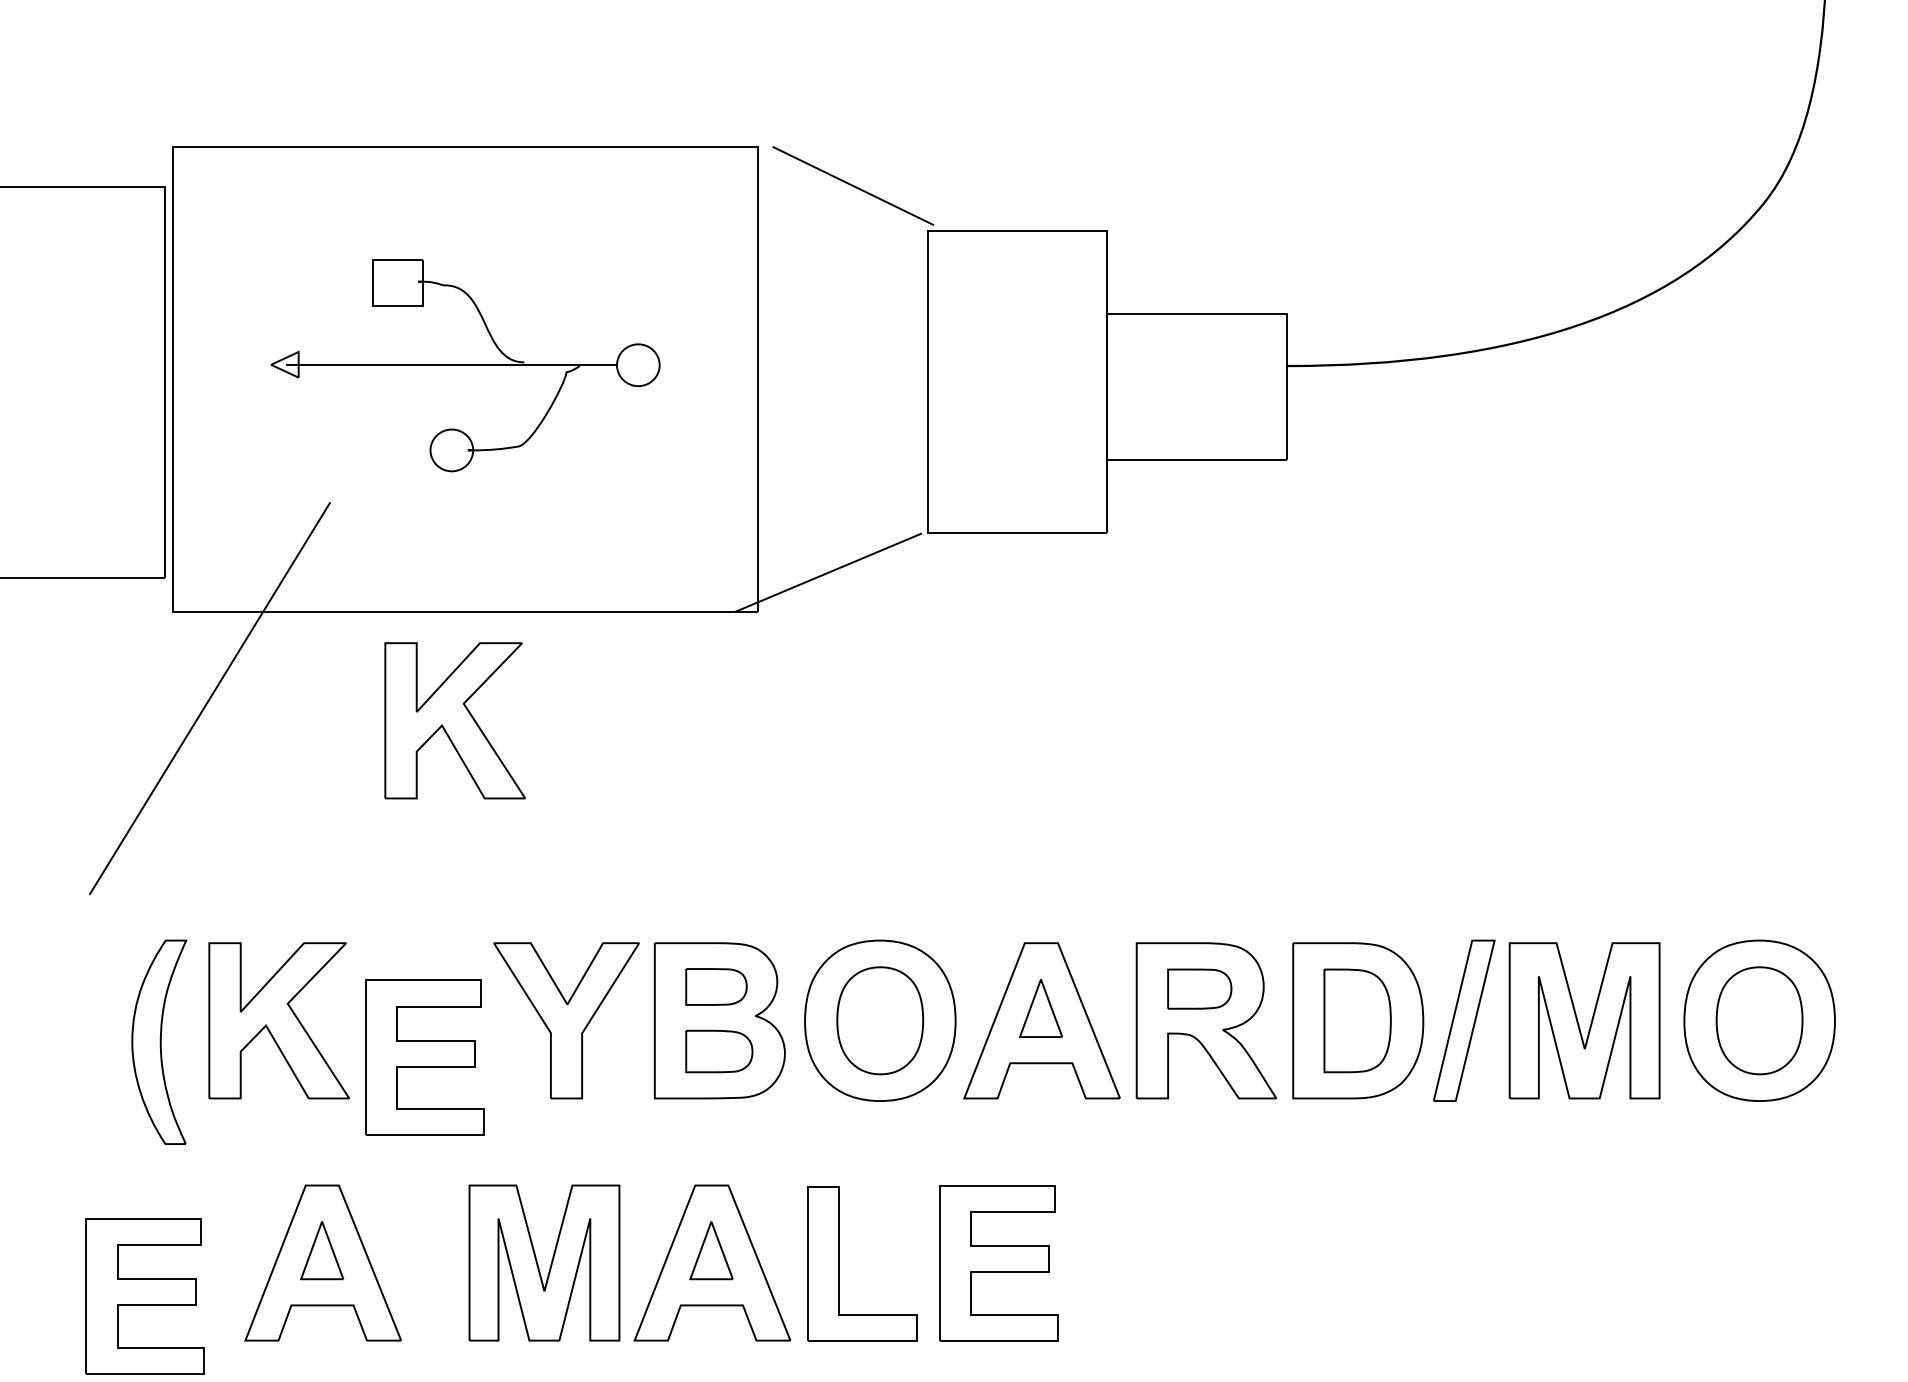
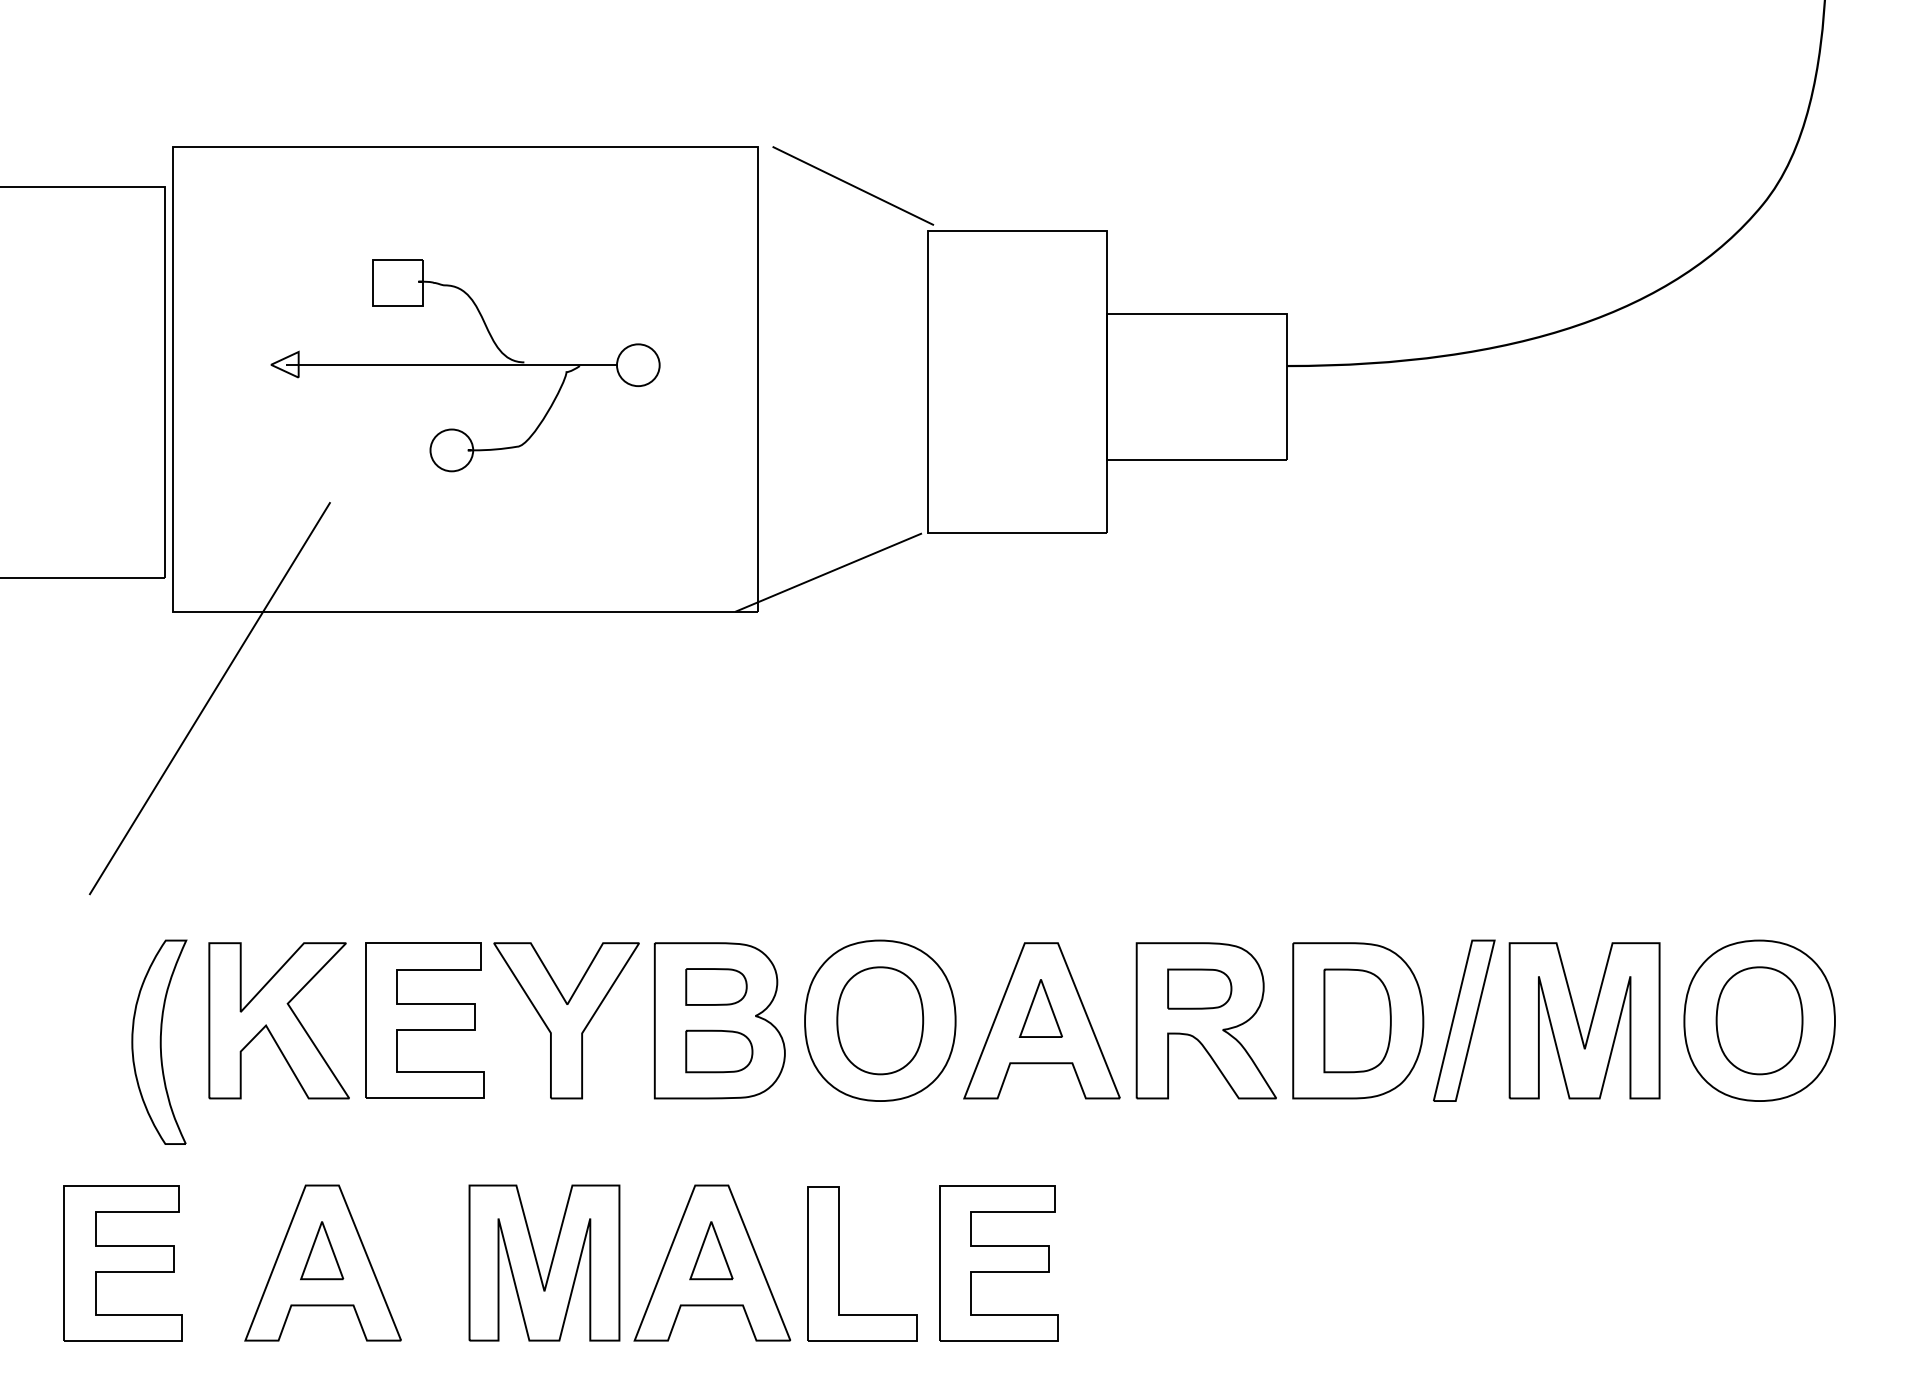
part at (454, 720): present -> none
part at (424, 1057) position: (424, 1057) -> (424, 1020)
part at (144, 1296) position: (144, 1296) -> (122, 1263)
